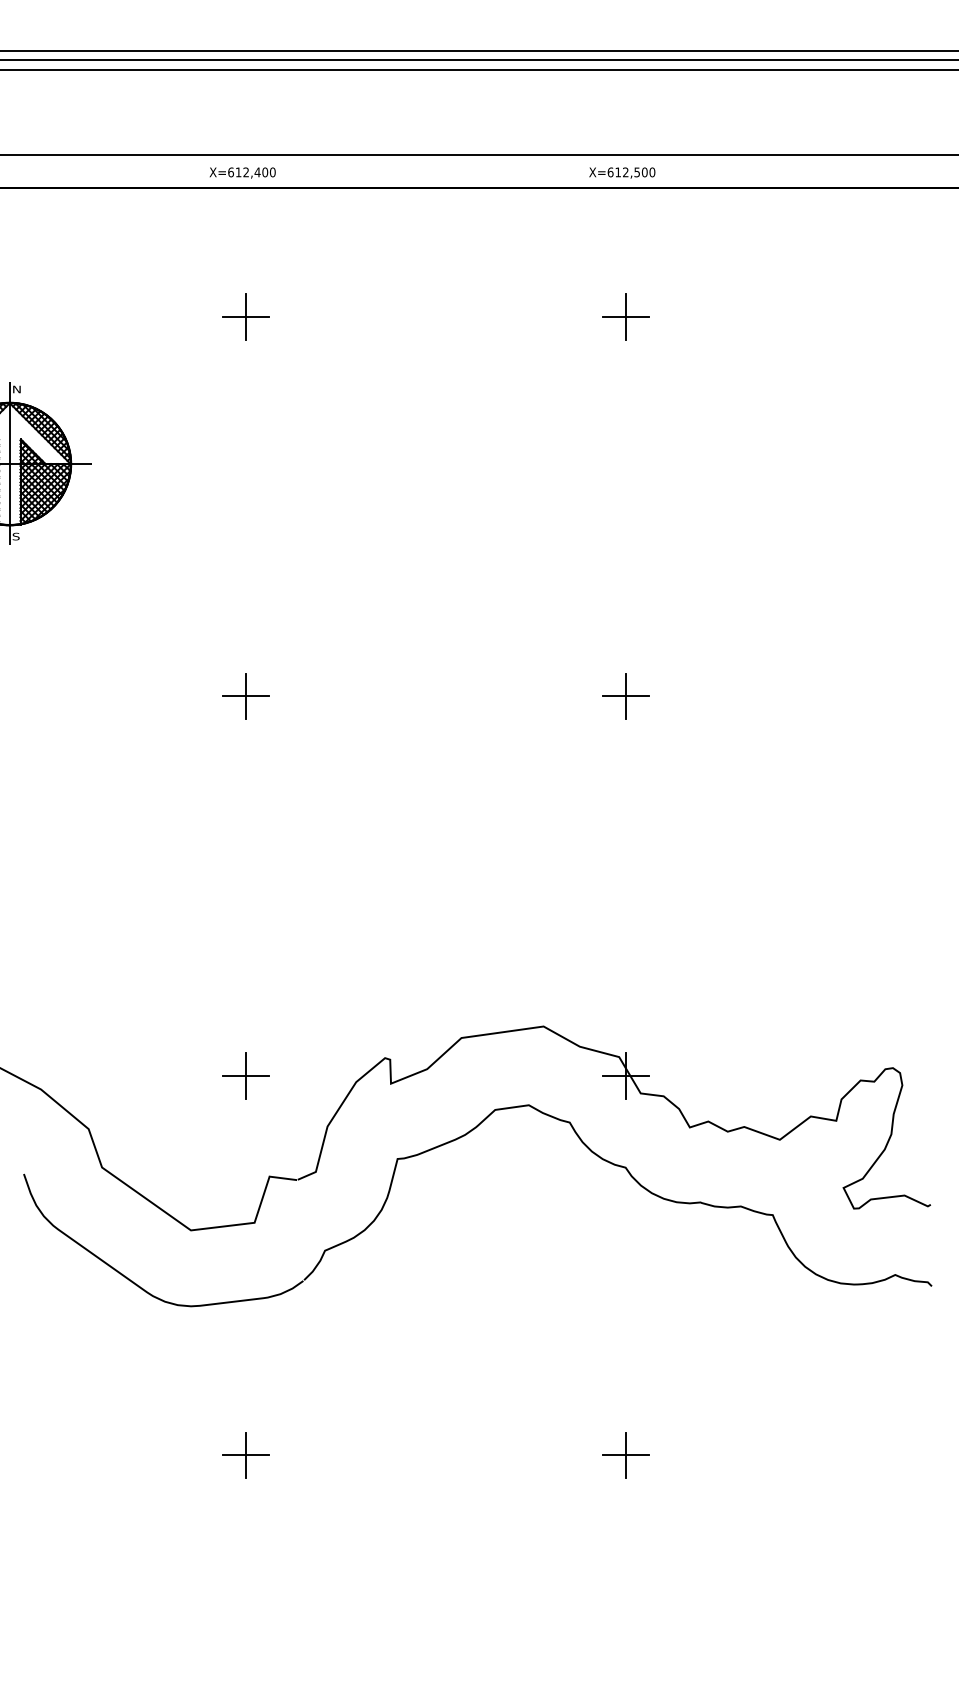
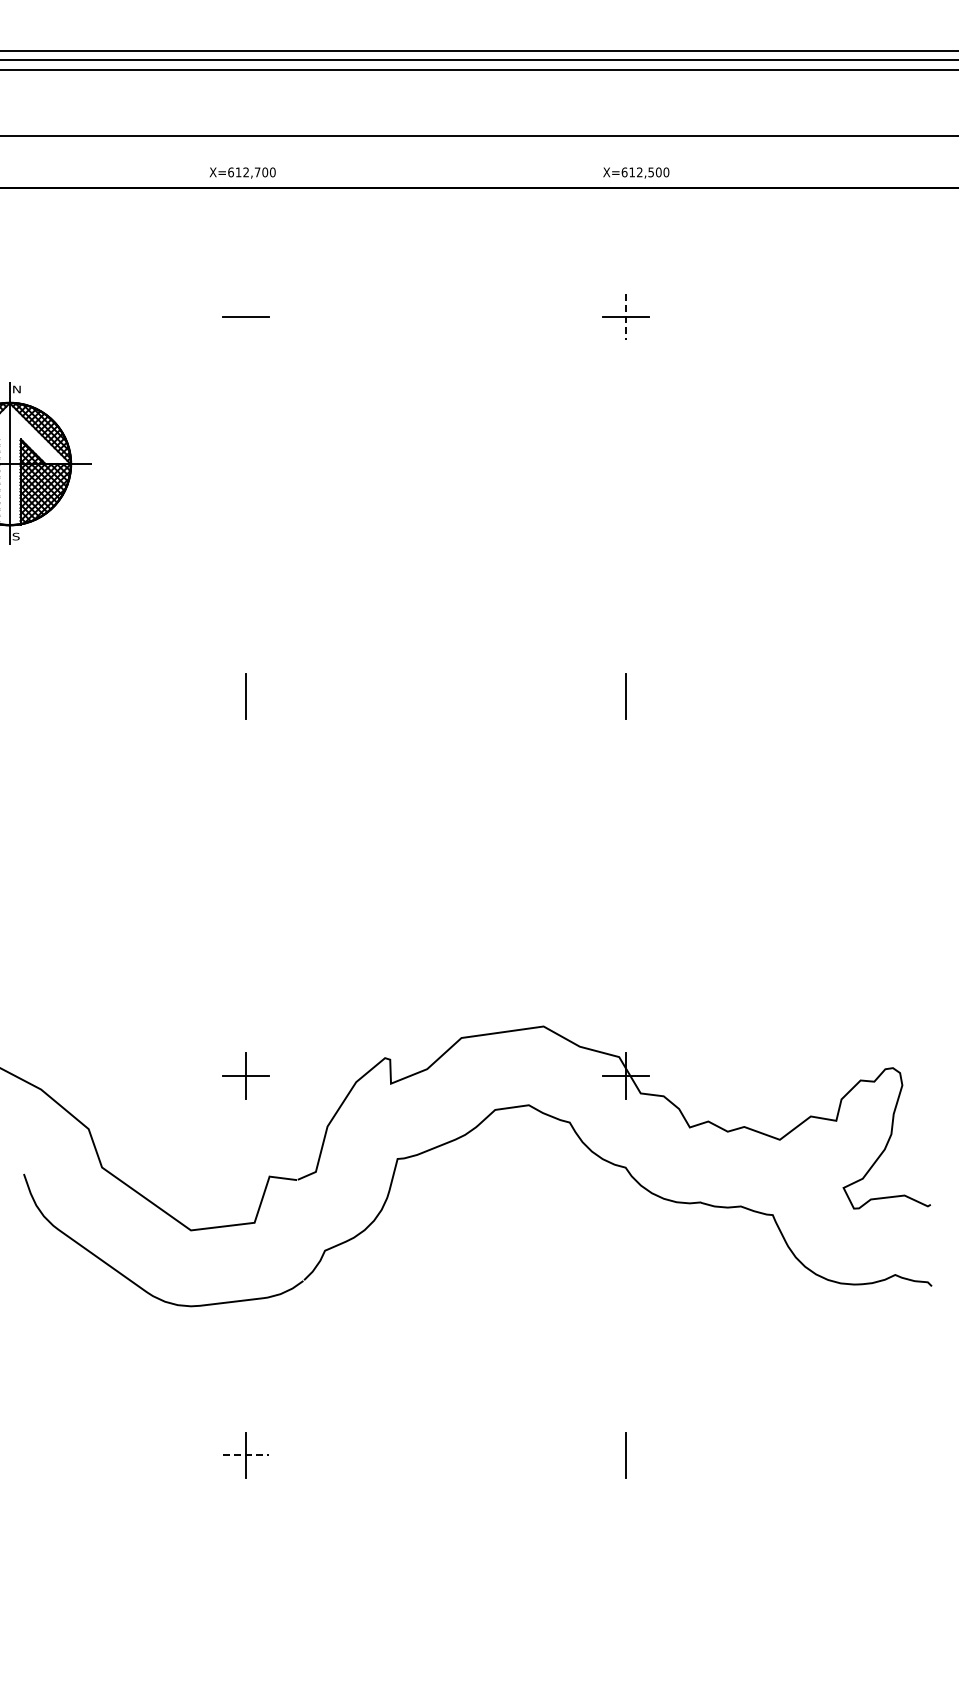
line at (478, 155) position: (478, 155) -> (478, 136)
text at (257, 172): X=612,400 -> X=612,700
text at (622, 172) position: (622, 172) -> (636, 172)
line at (246, 316): present -> none
line at (625, 316): solid -> dashed
line at (245, 696): present -> none
line at (625, 696): present -> none
line at (246, 1455): solid -> dashed
line at (625, 1455): present -> none
